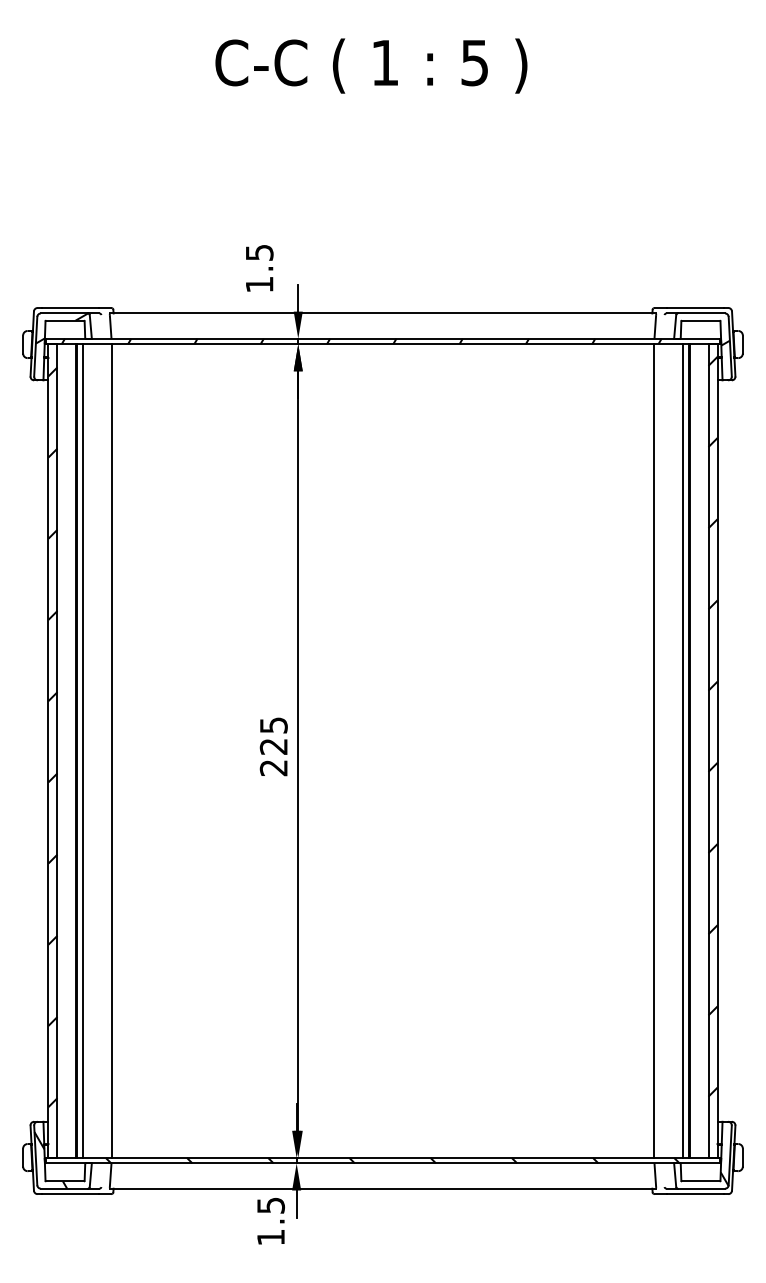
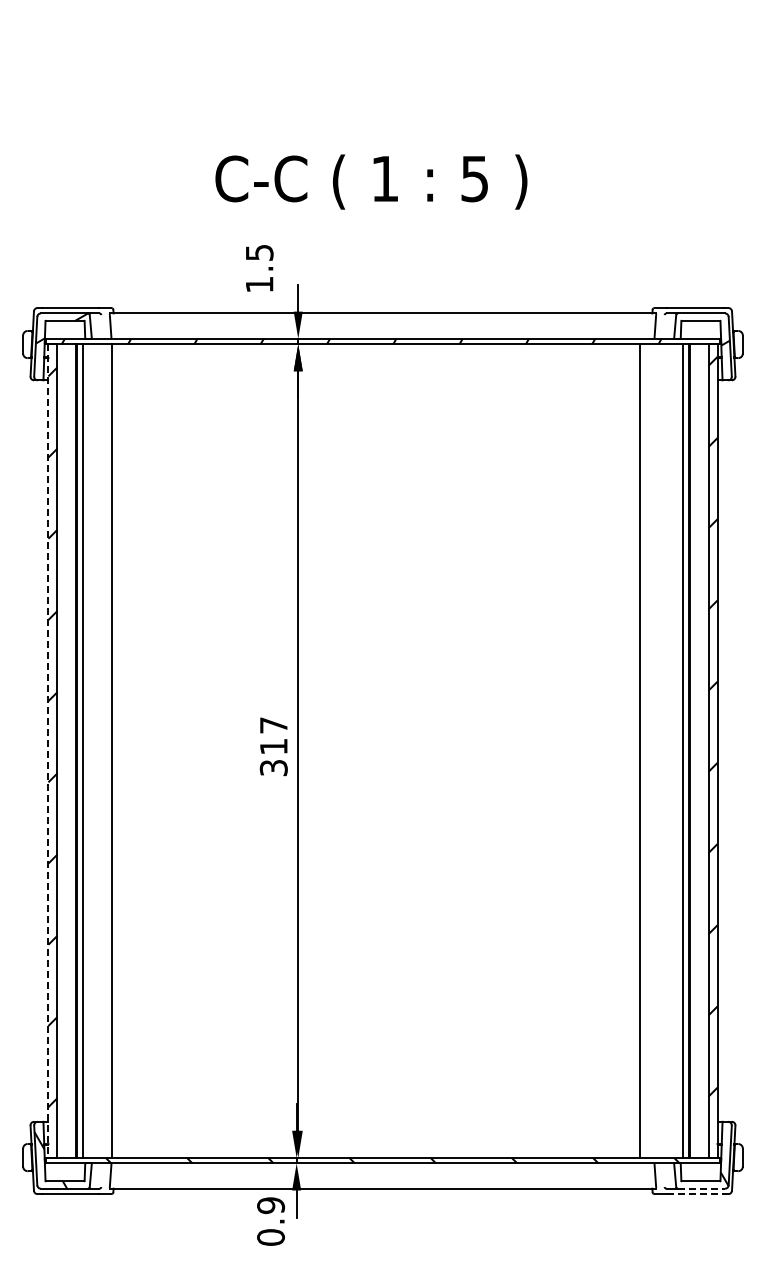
text at (371, 65) position: (371, 65) -> (371, 181)
text at (273, 746): 225 -> 317
line at (654, 750) position: (654, 750) -> (640, 750)
line at (48, 751): solid -> dashed
line at (701, 1188): solid -> dashed
line at (695, 1194): solid -> dashed
text at (270, 1221): 1.5 -> 0.9
